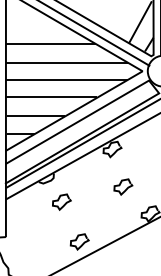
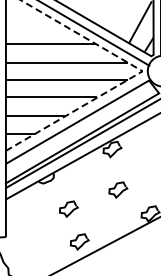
line at (135, 75): solid -> dashed
curve at (120, 185) position: (120, 185) -> (115, 188)
curve at (59, 199) position: (59, 199) -> (66, 206)
